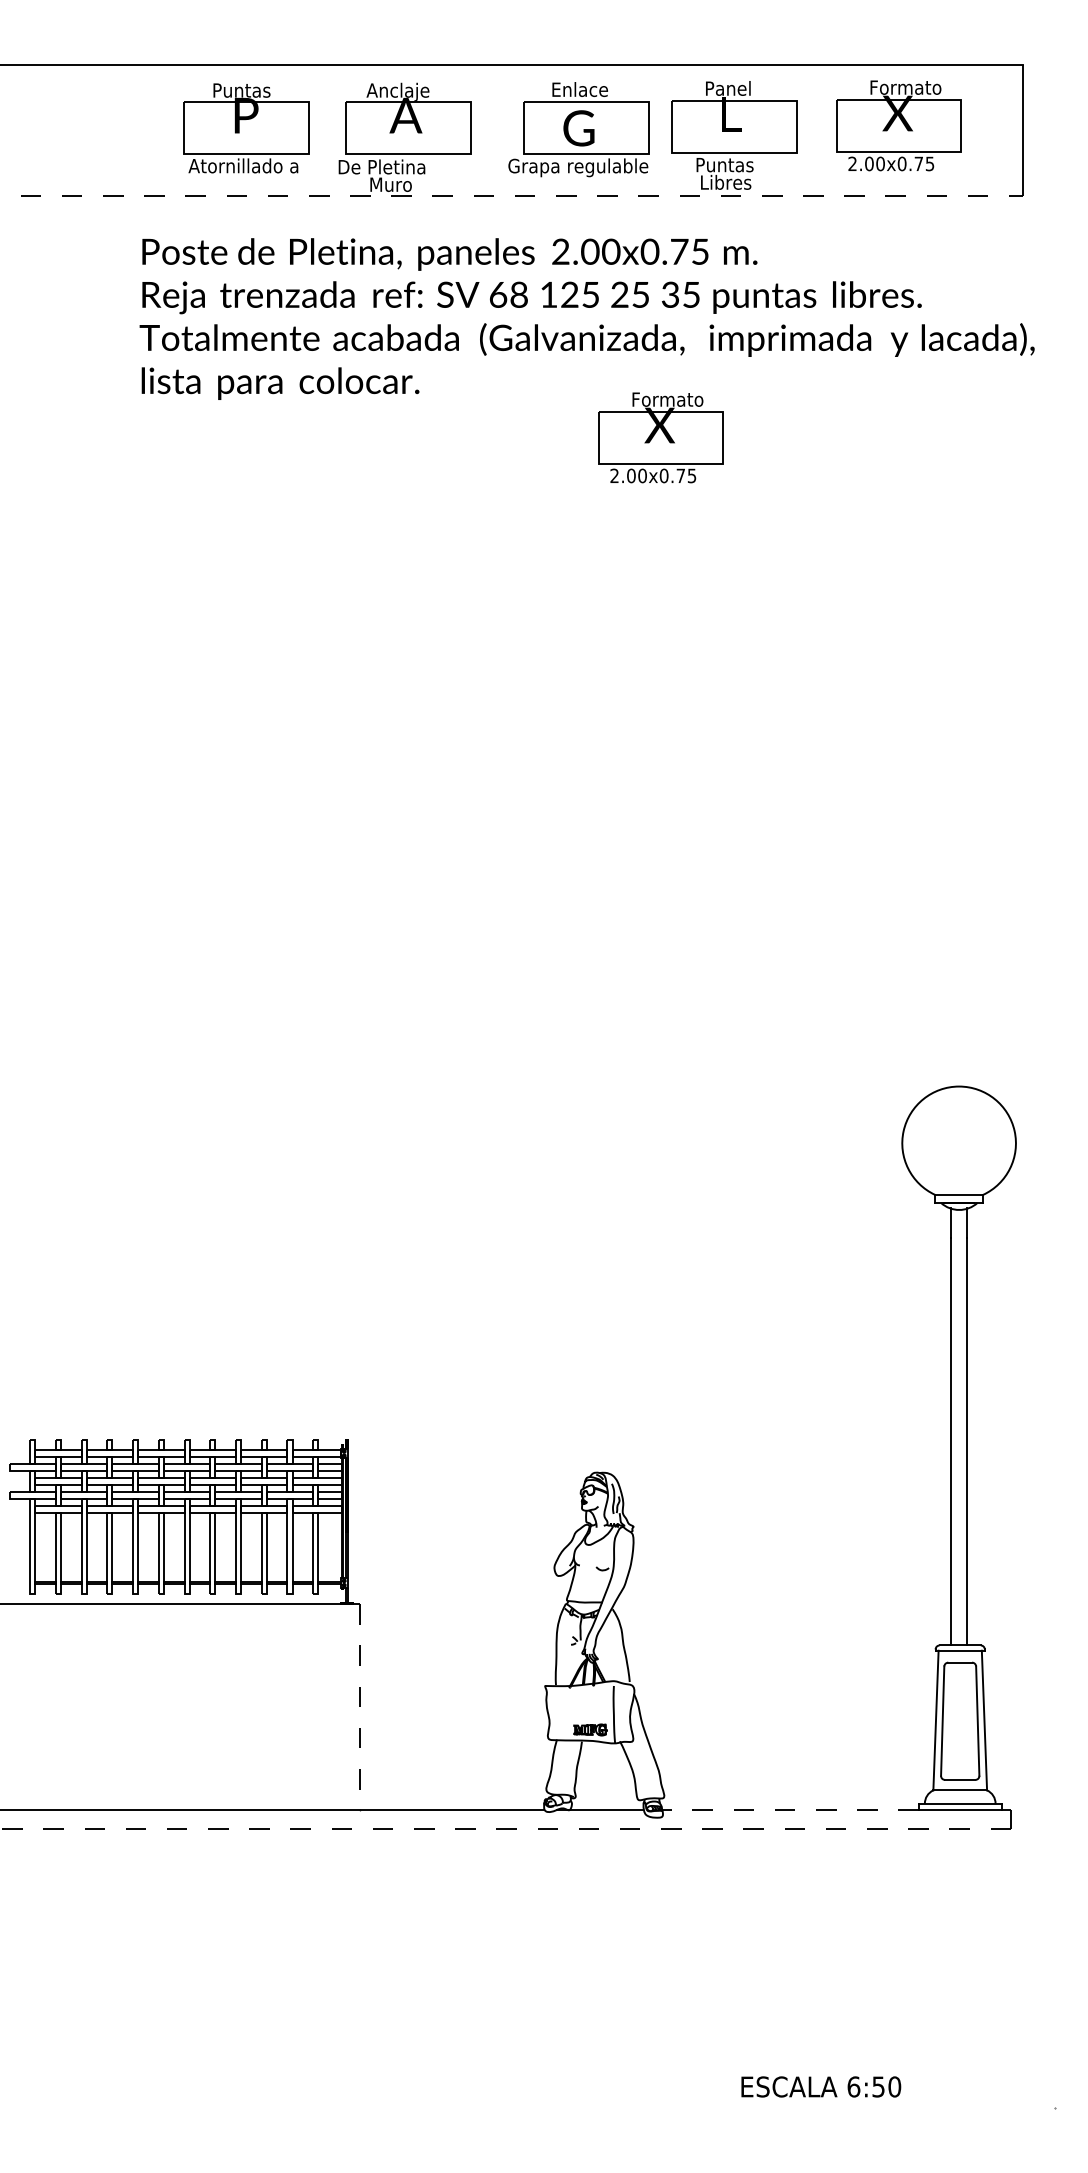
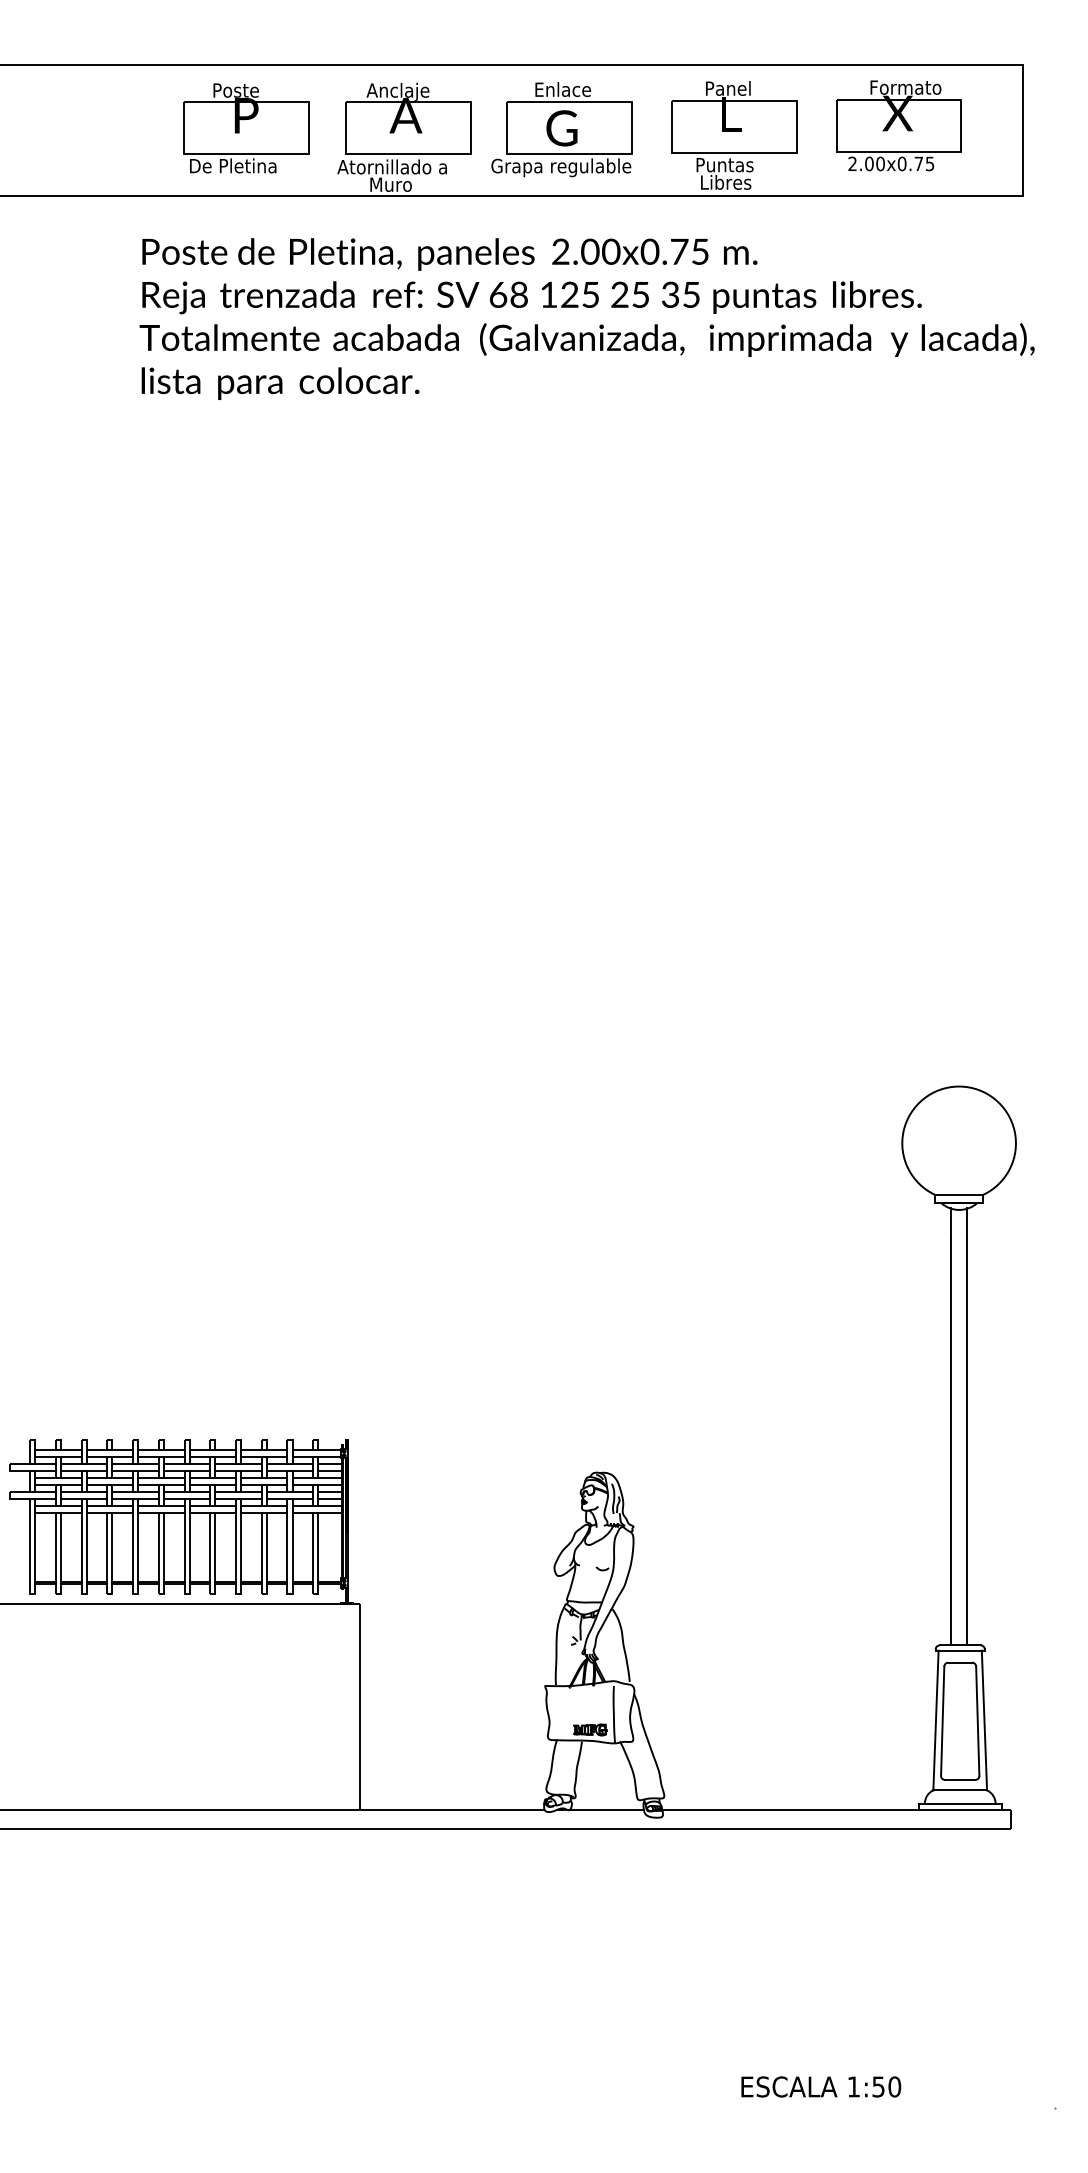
text at (246, 90): Puntas -> Poste
part at (578, 129) position: (578, 129) -> (561, 129)
text at (243, 165): Atornillado a -> De Pletina
text at (391, 166): De Pletina -> Atornillado a
line at (512, 196): dashed -> solid
part at (660, 437): present -> none
line at (360, 1707): dashed -> solid
line at (789, 1810): dashed -> solid
line at (505, 1829): dashed -> solid
text at (853, 2086): 6:50 -> 1:50
